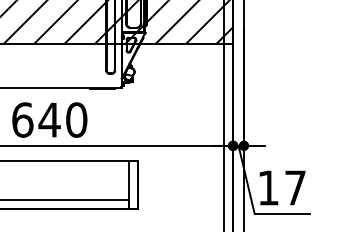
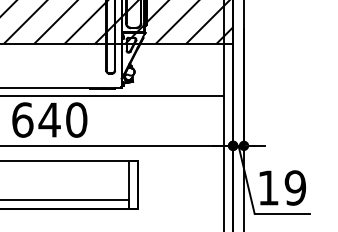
line at (112, 95): none -> present
text at (295, 187): 17 -> 19
